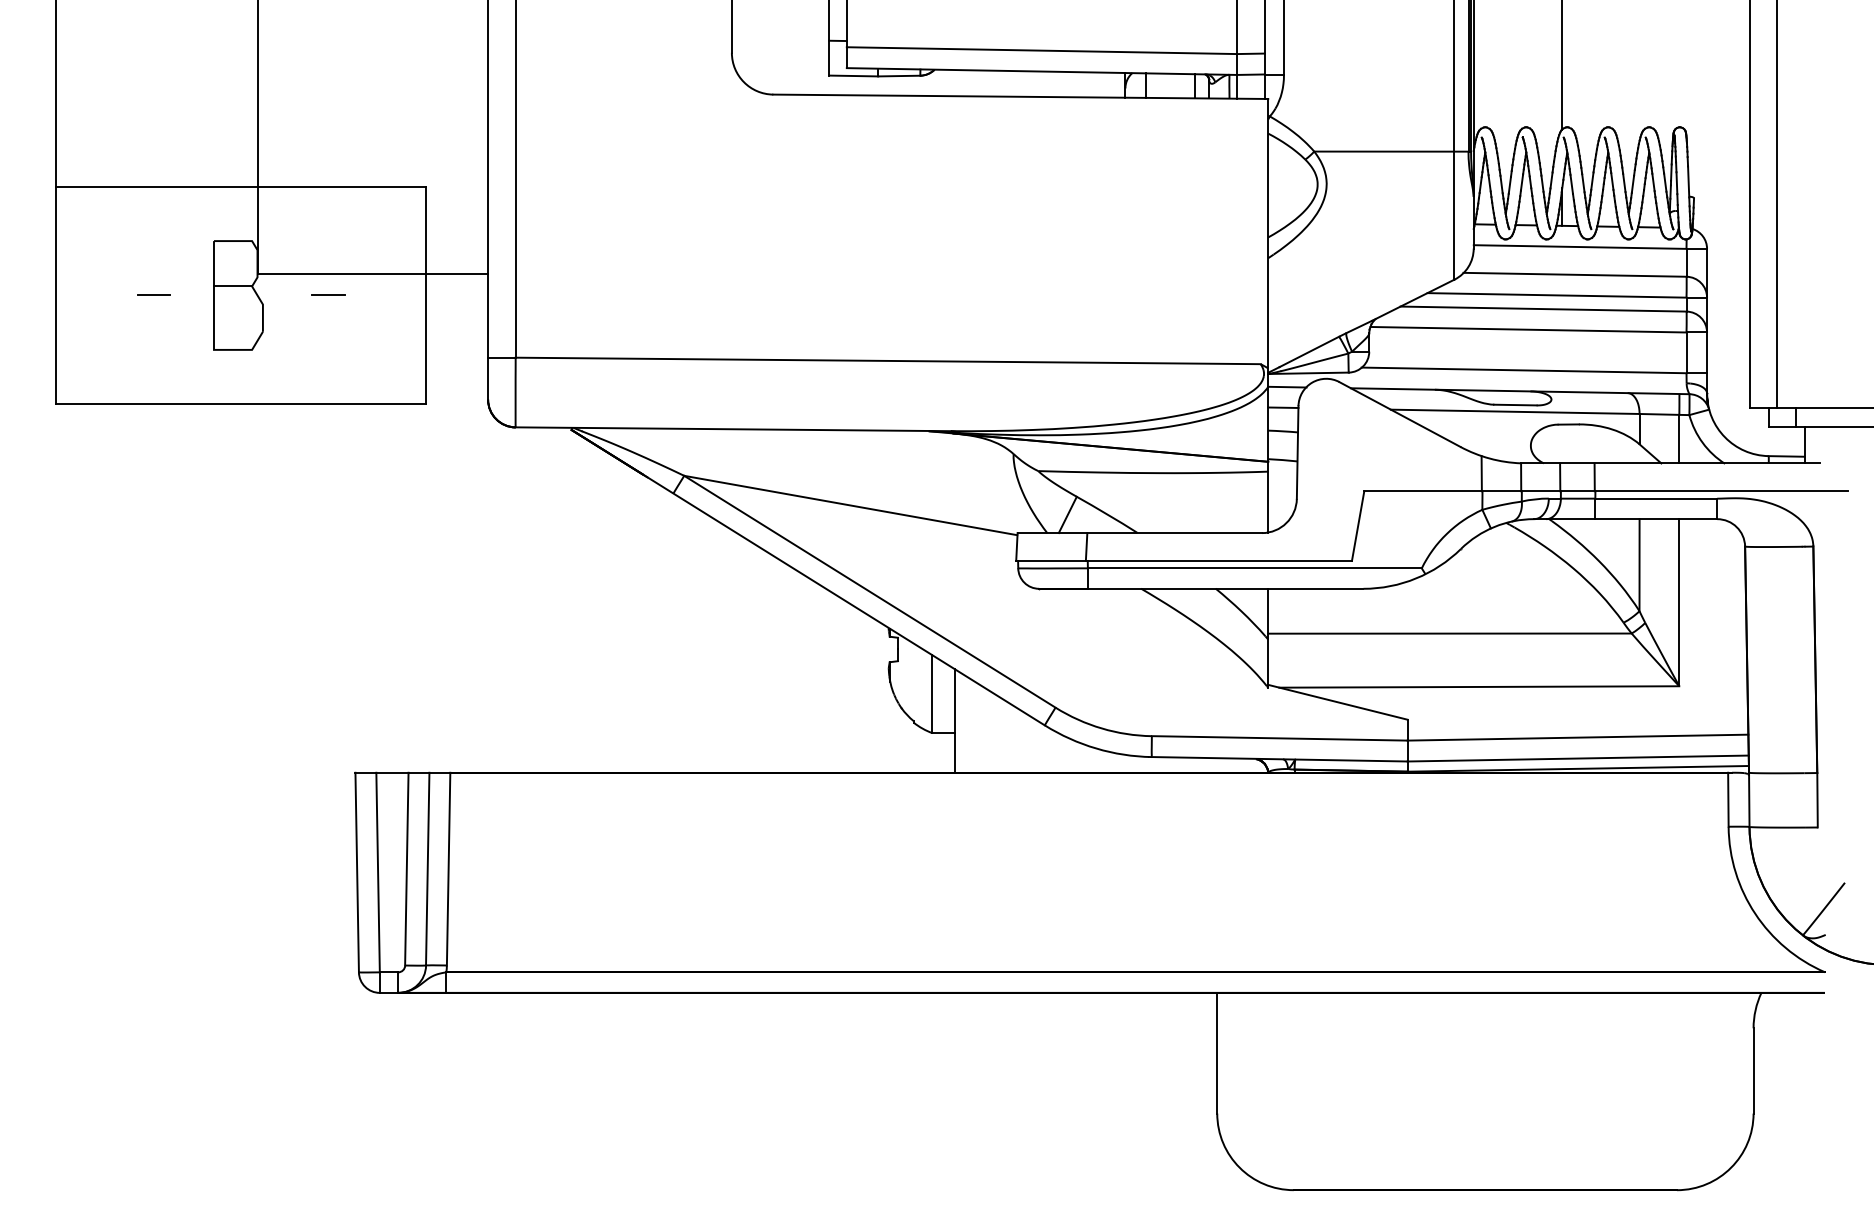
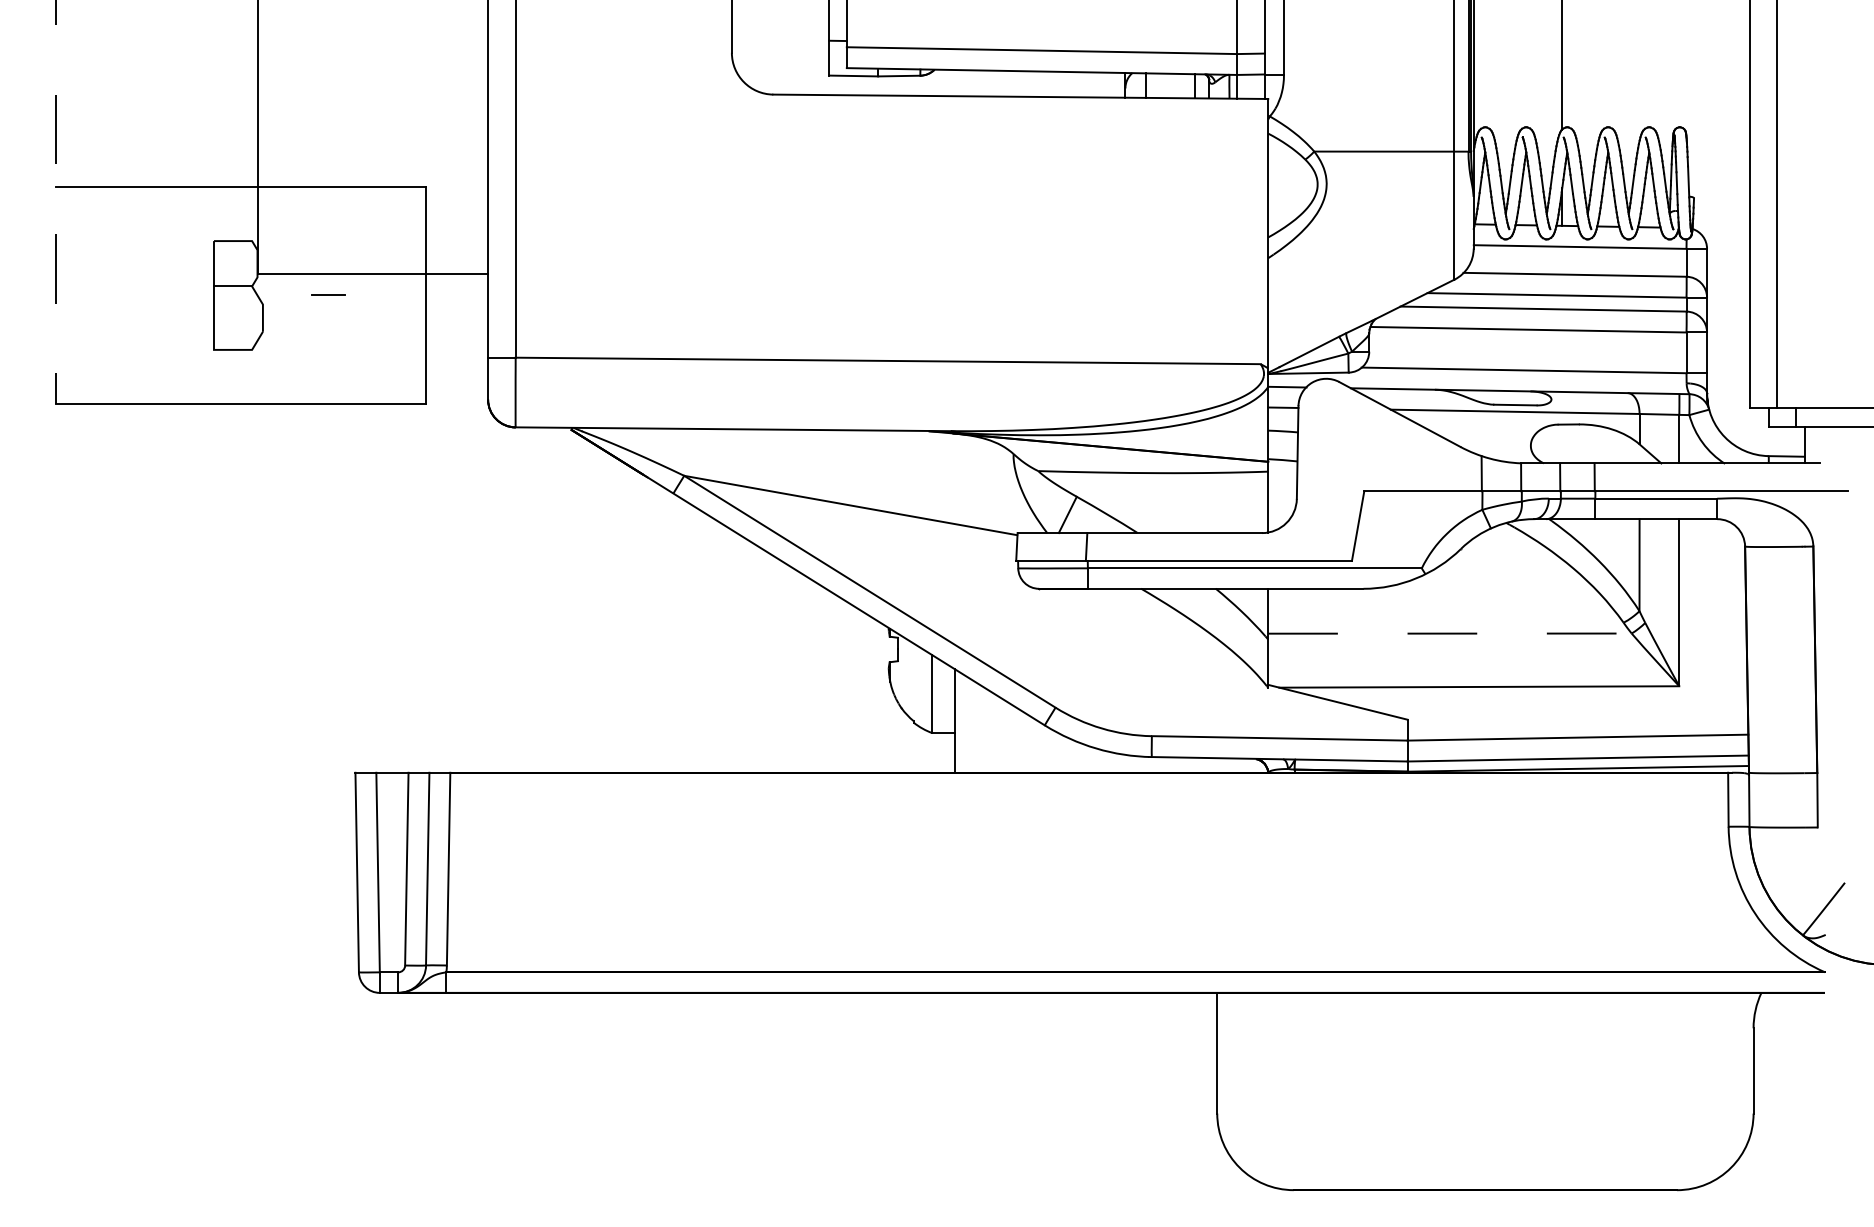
line at (56, 202): solid -> dashed
line at (153, 295): present -> none
line at (1449, 633): solid -> dashed
